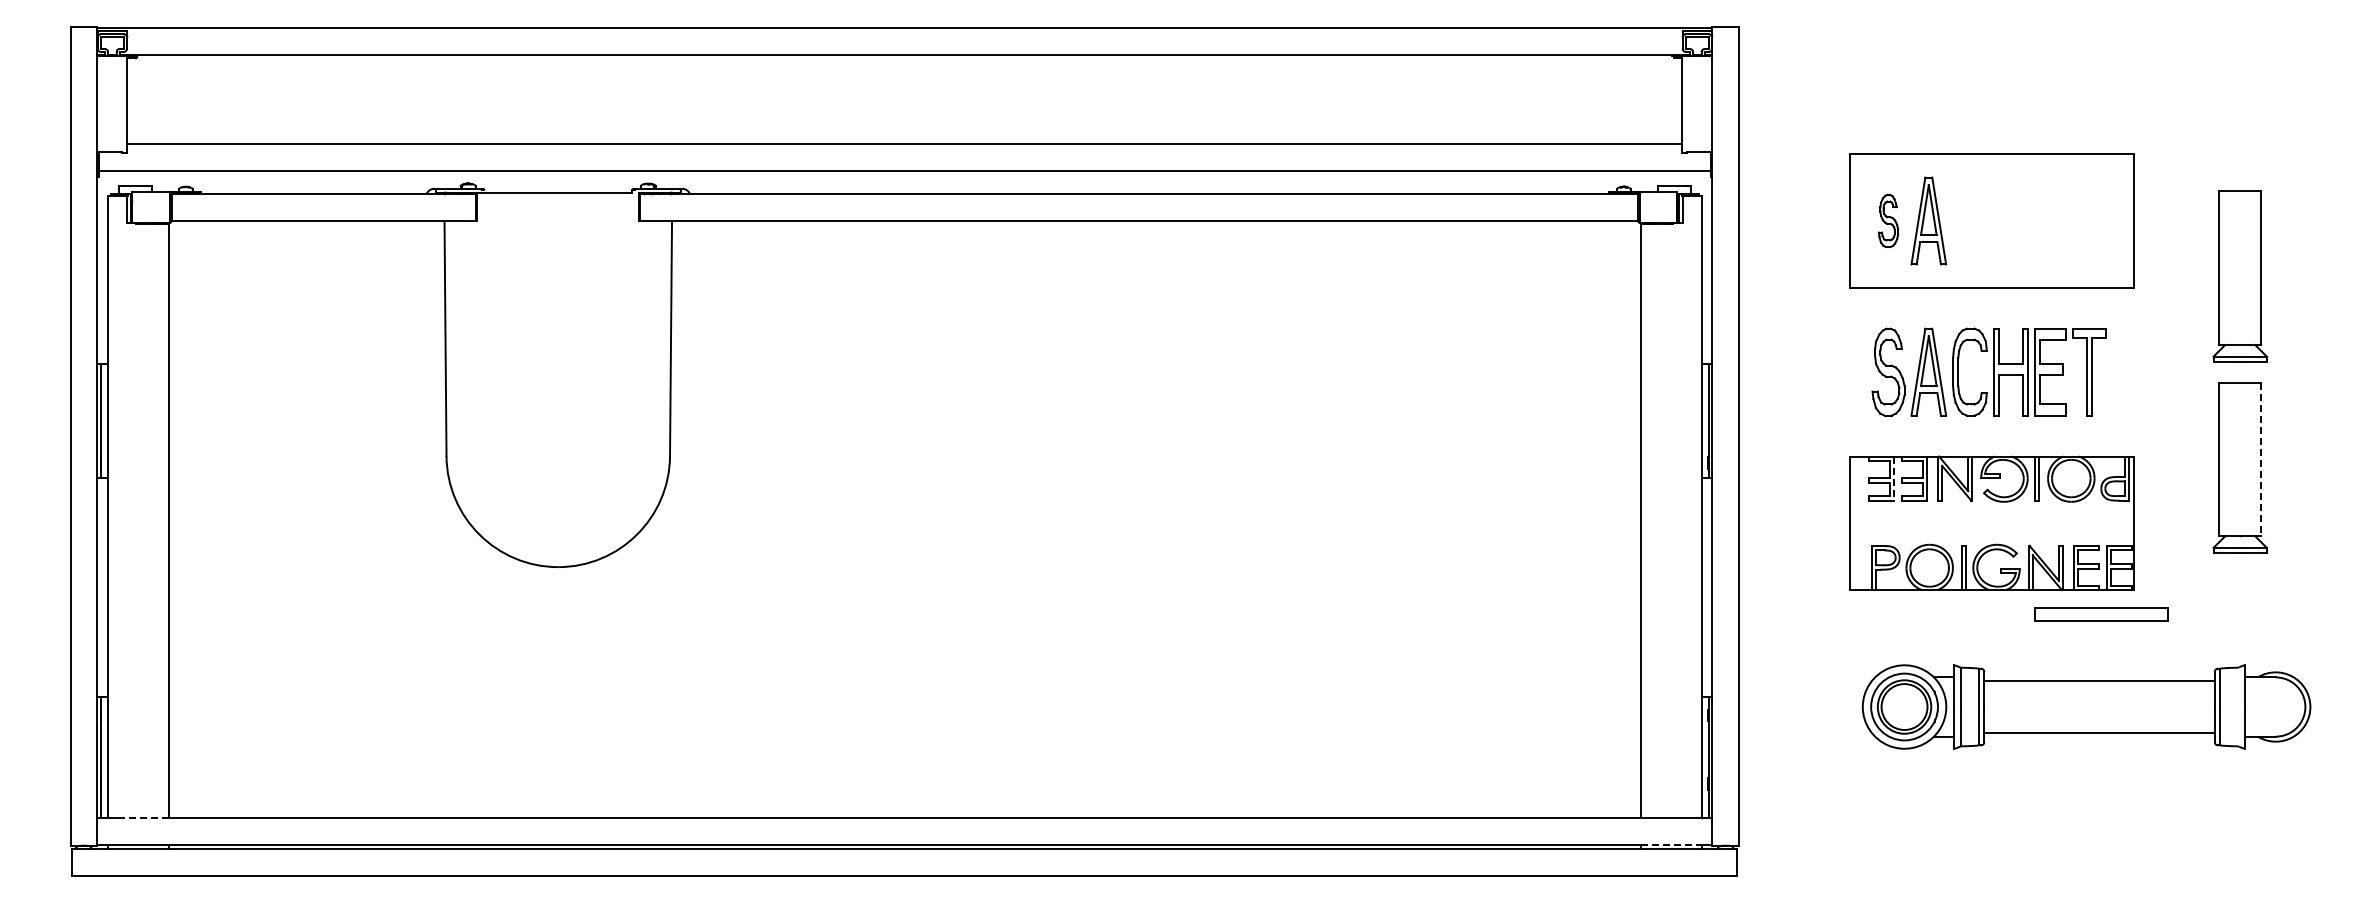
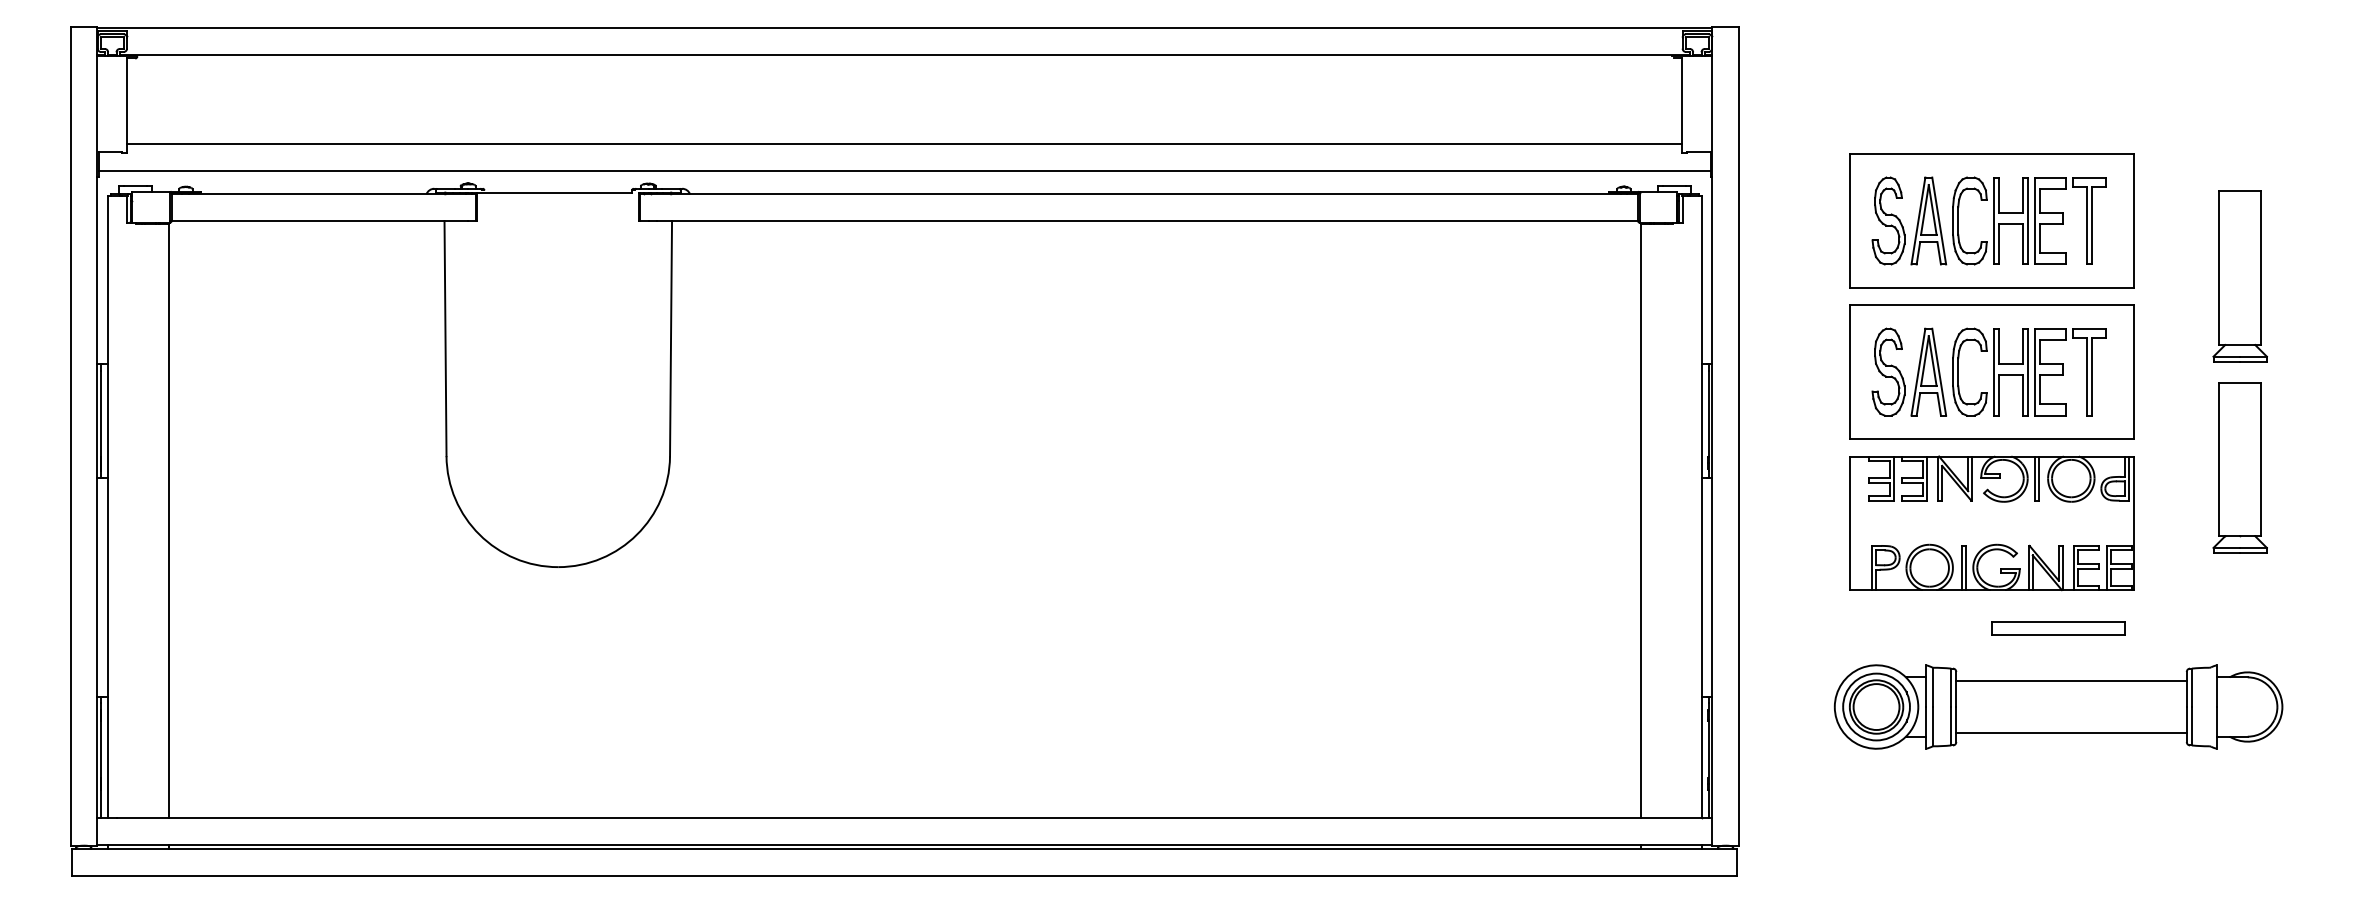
part at (1888, 220) size: 22x56 px -> 35x90 px
part at (2029, 220): none -> present
part at (1991, 371): none -> present
line at (2261, 459): dashed -> solid
line at (1894, 479): dashed -> solid
part at (2101, 614) position: (2101, 614) -> (2058, 628)
part at (2086, 706) position: (2086, 706) -> (2058, 706)
line at (142, 818): dashed -> solid
line at (1671, 844): dashed -> solid
